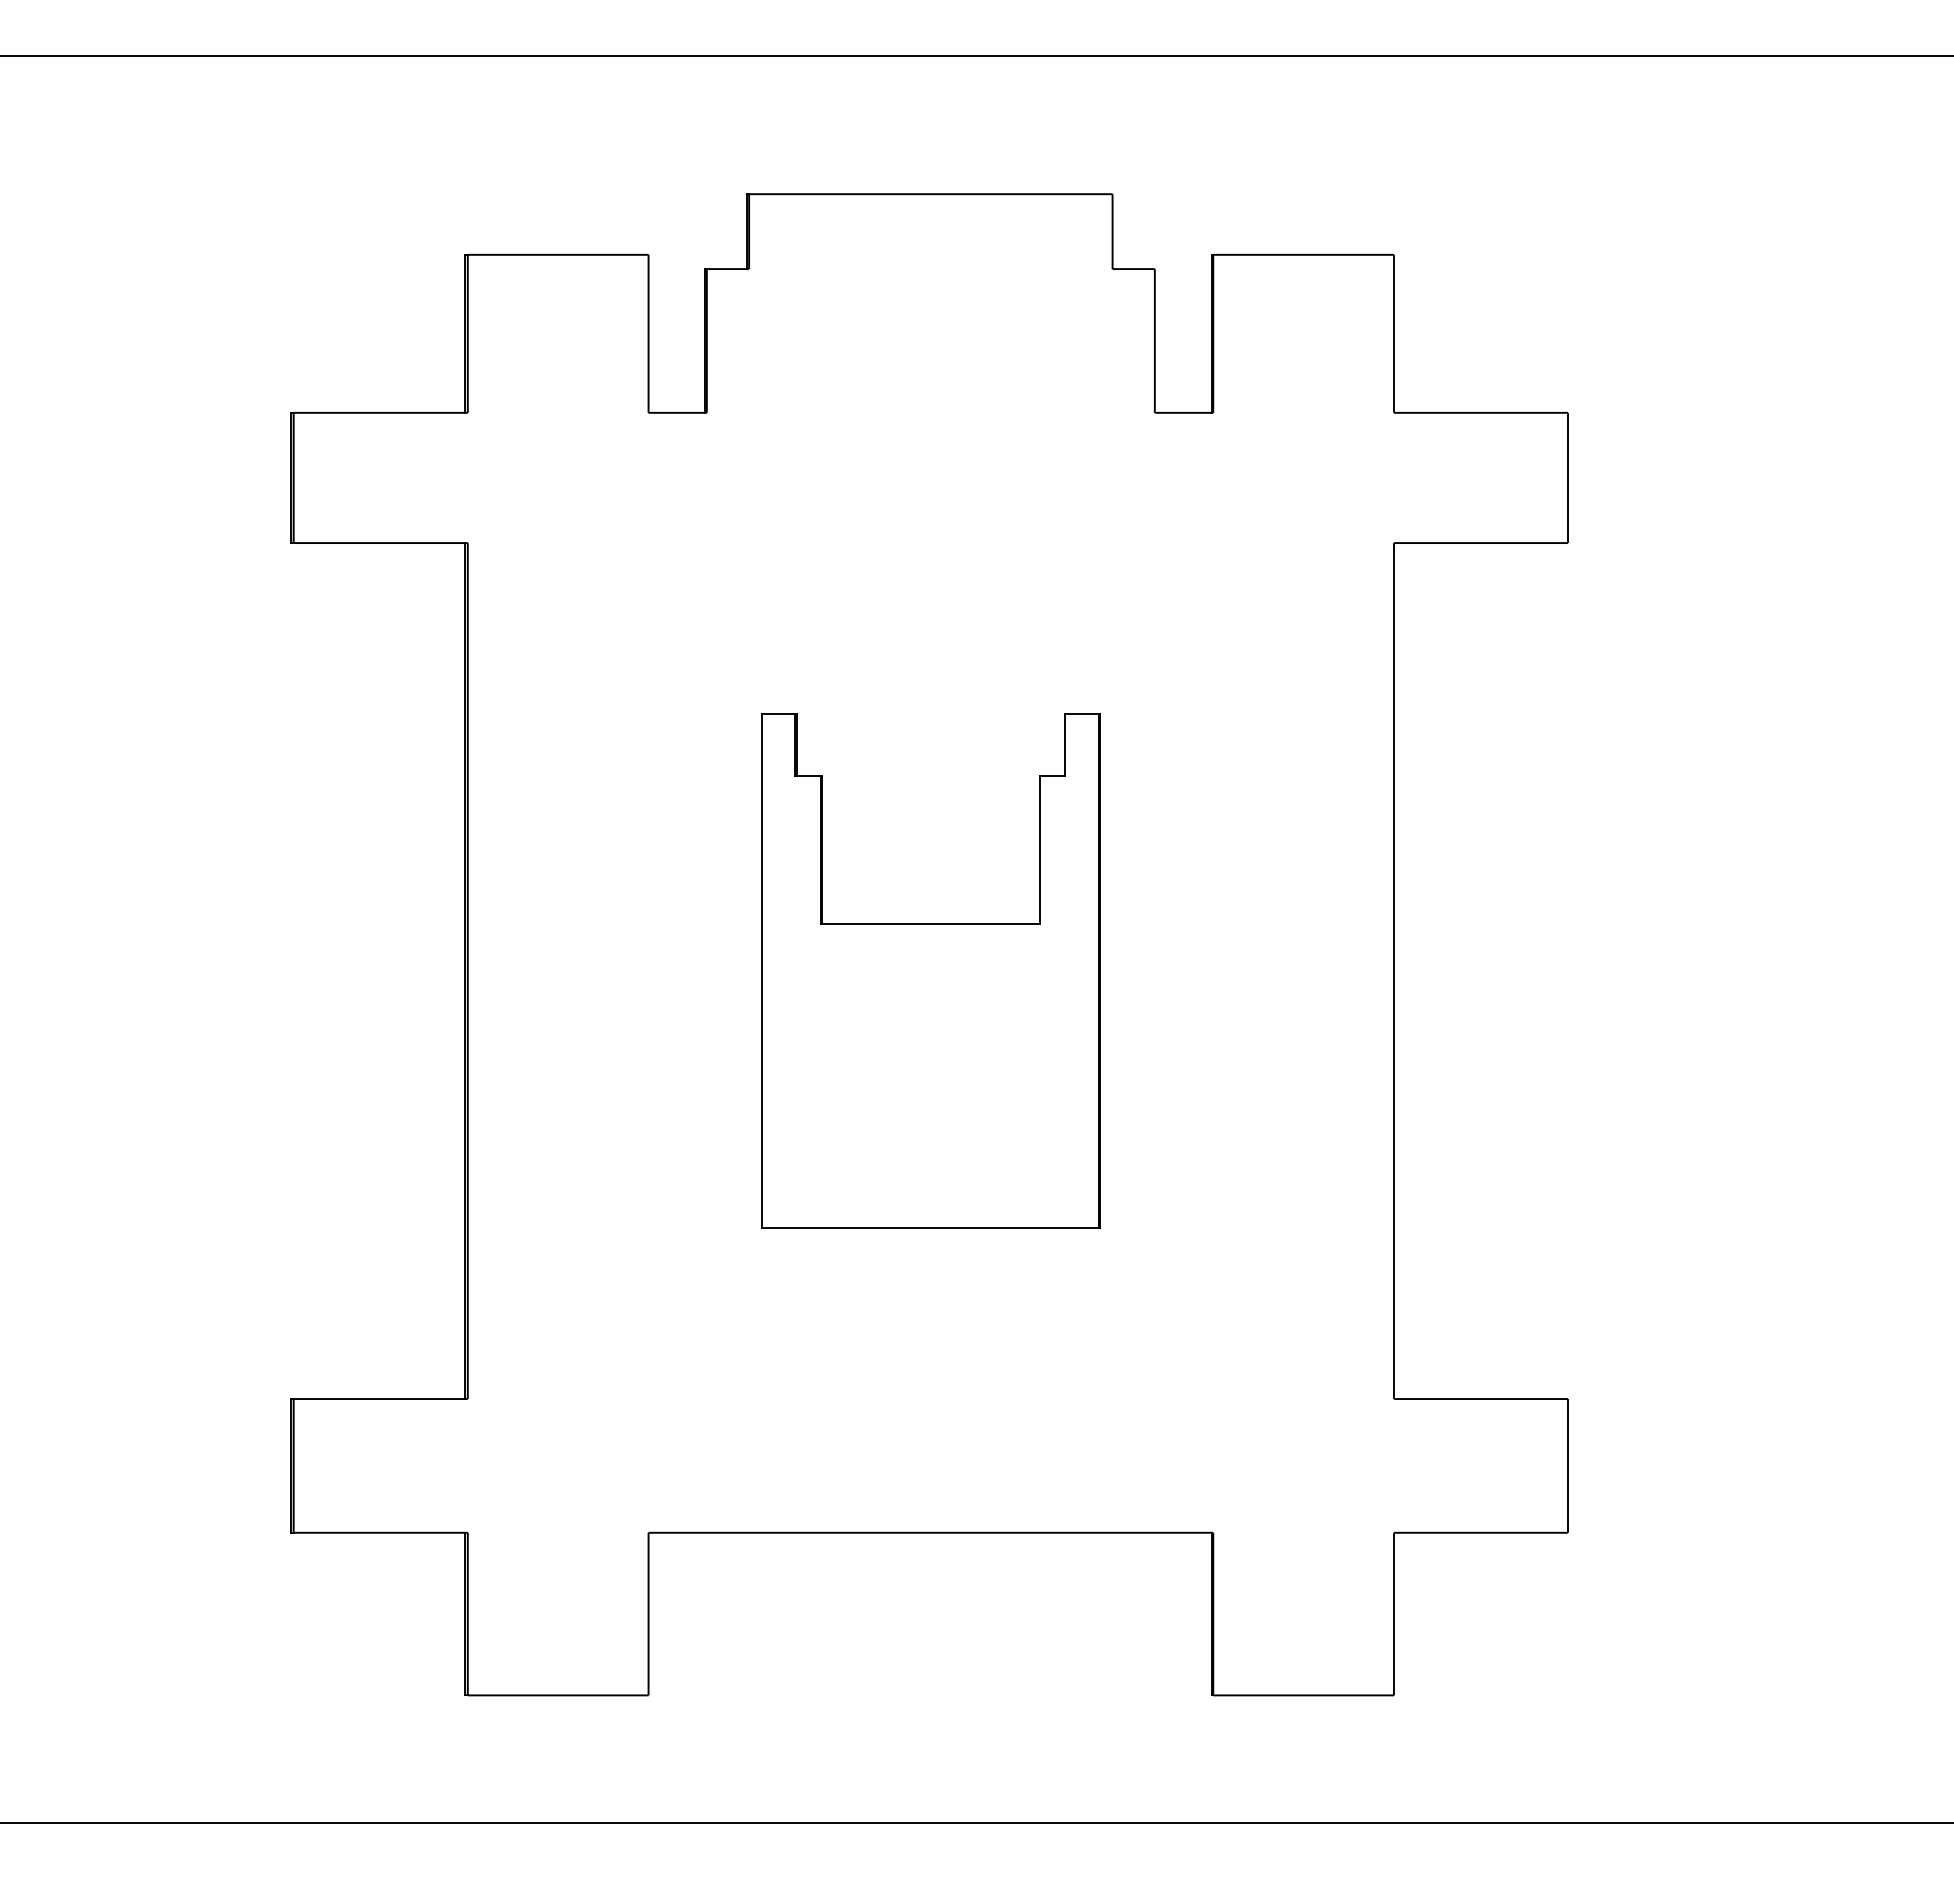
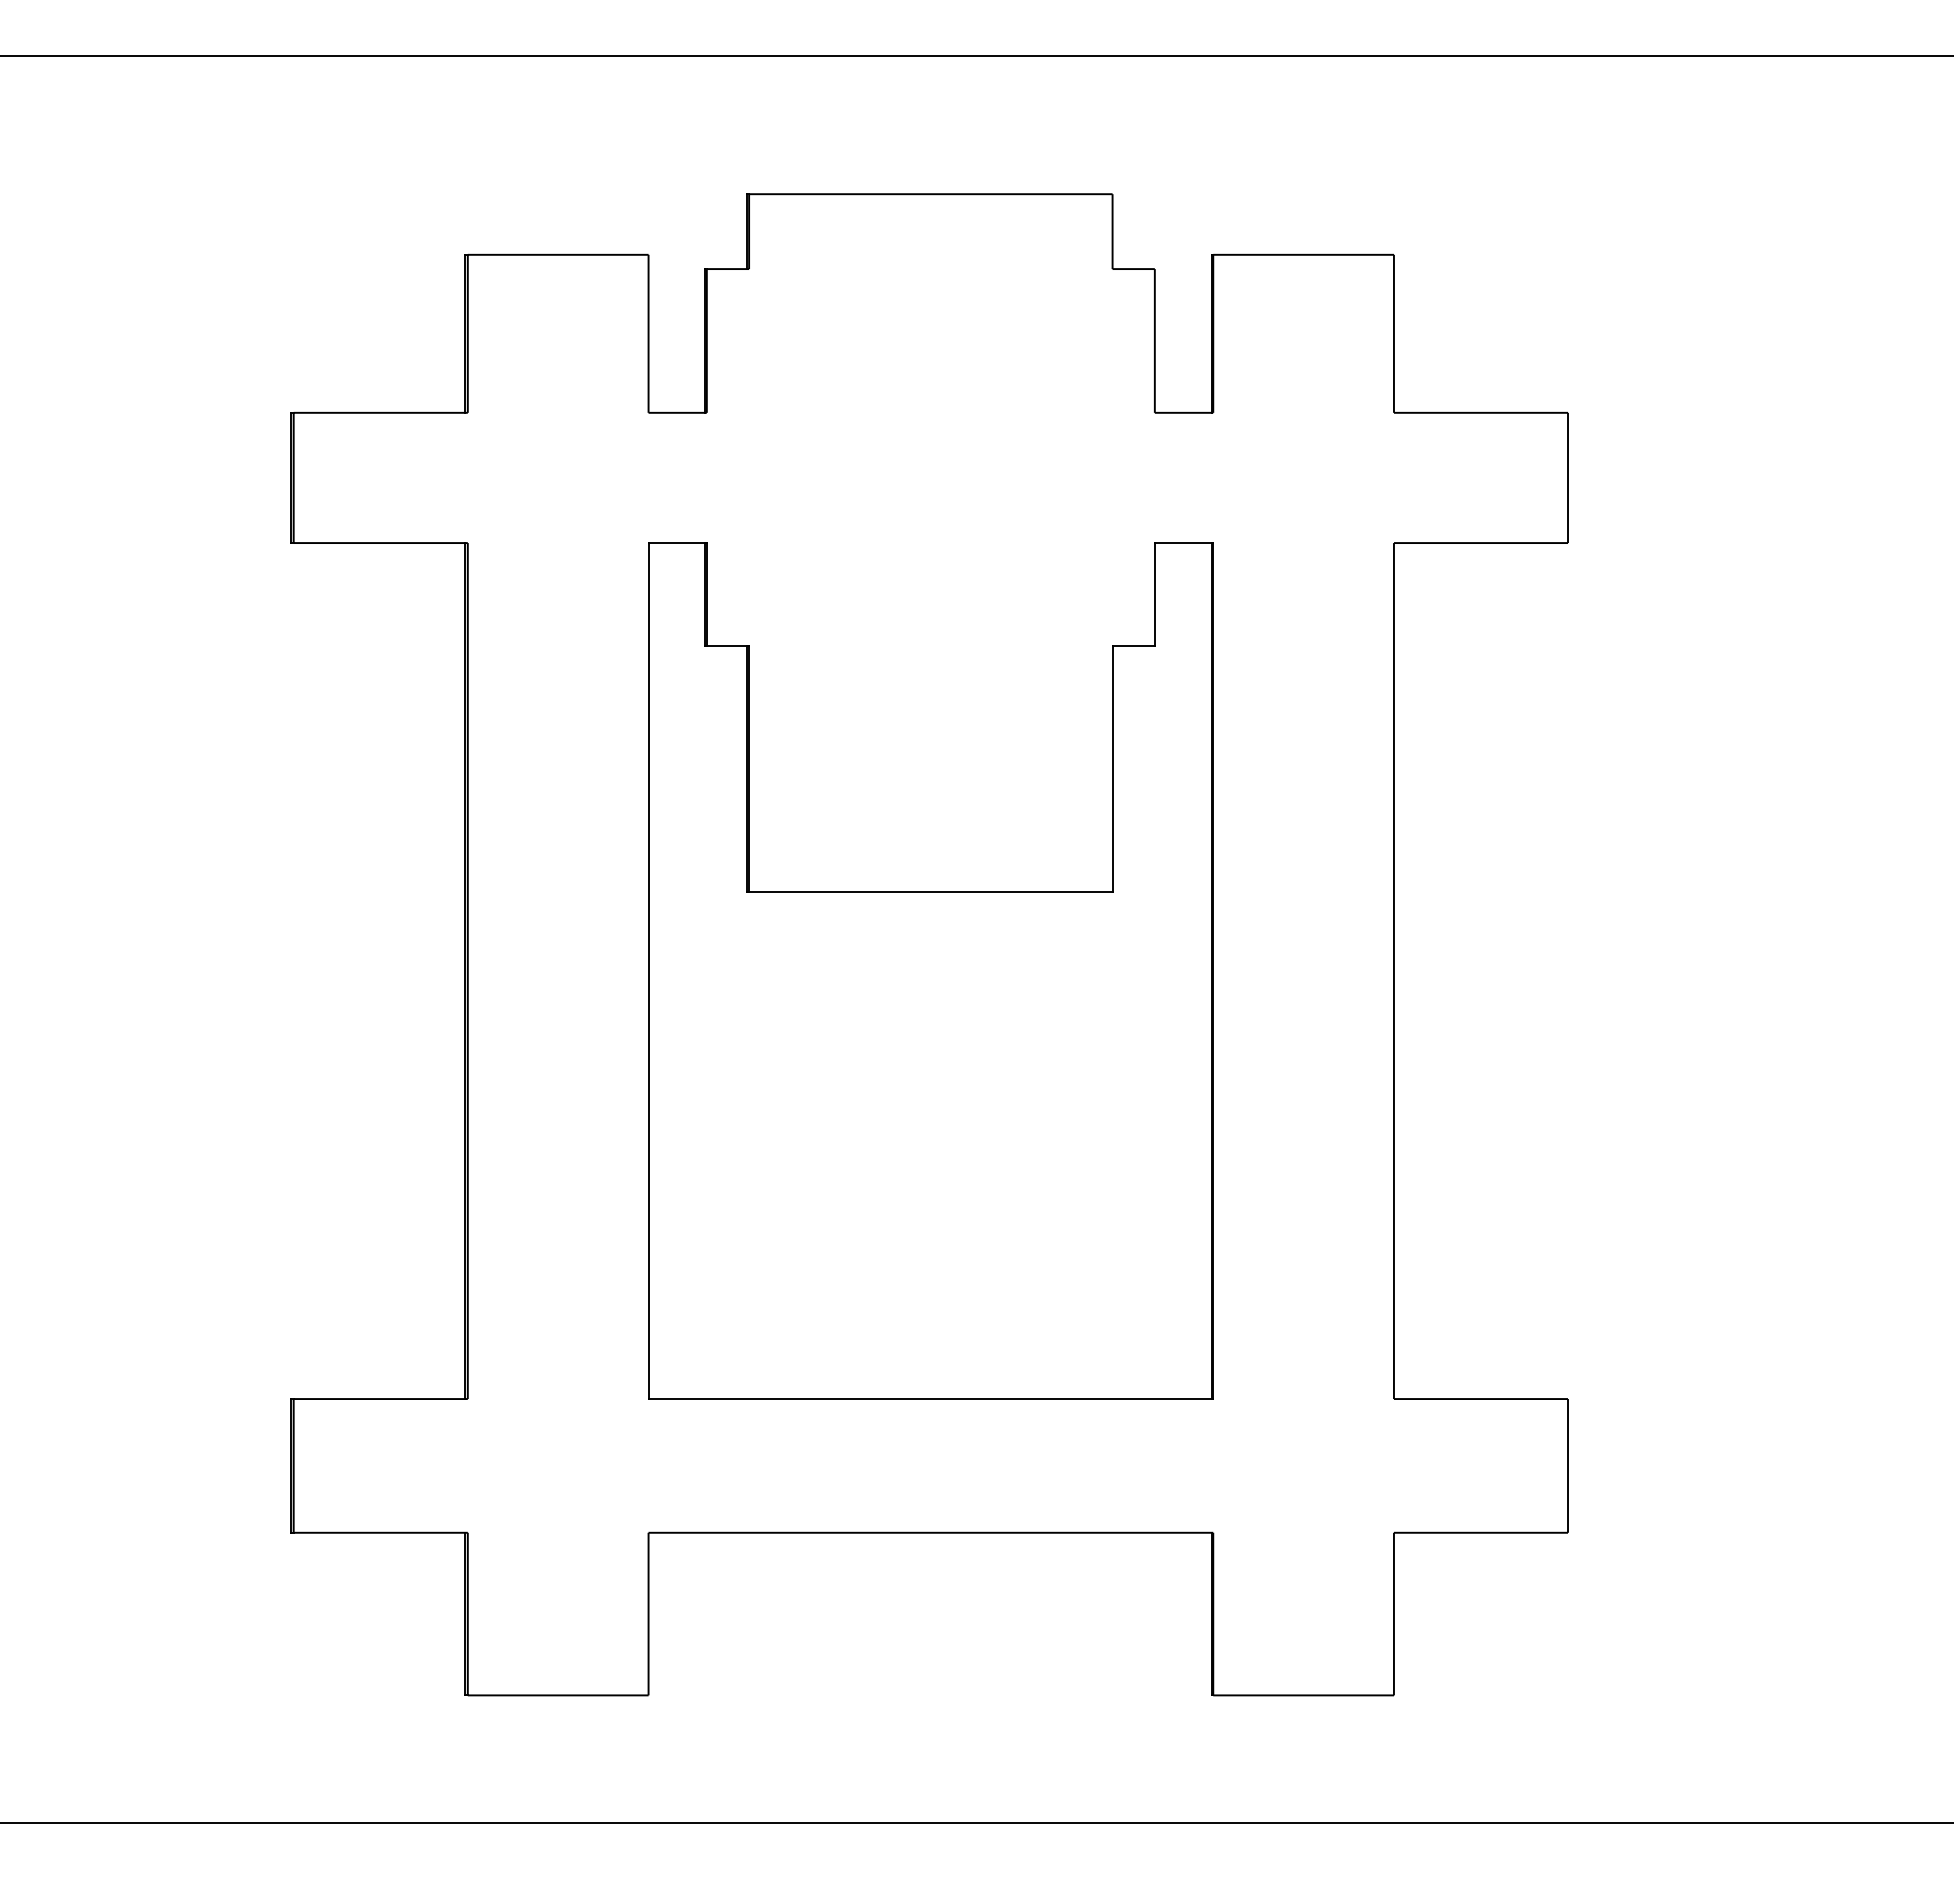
part at (930, 970) size: 340x516 px -> 566x858 px
